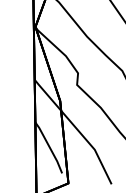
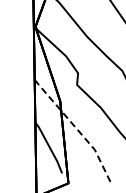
line at (77, 129): solid -> dashed
